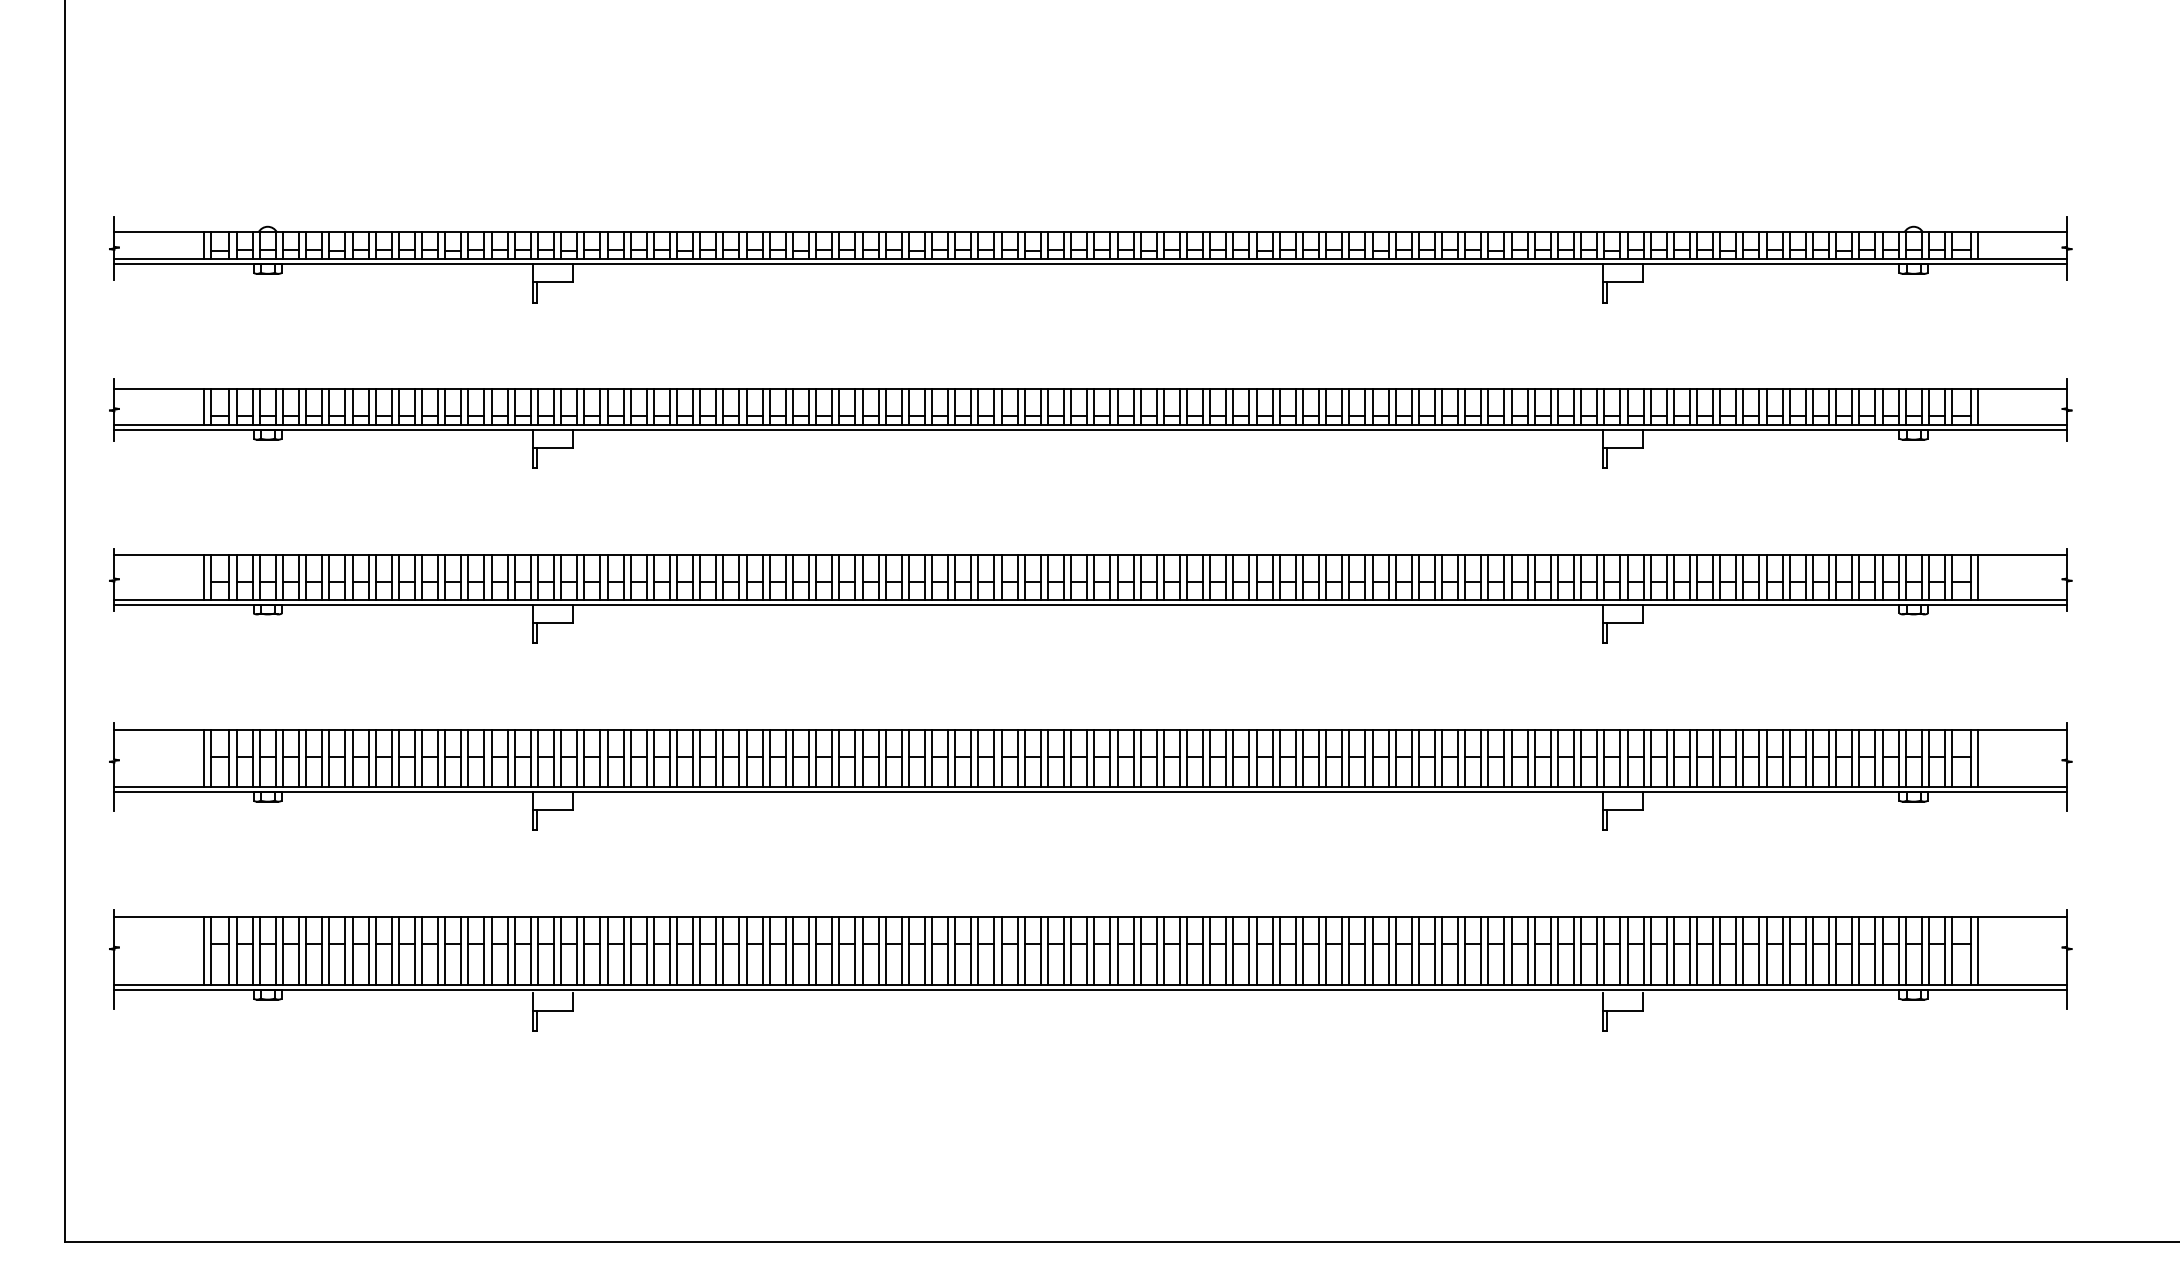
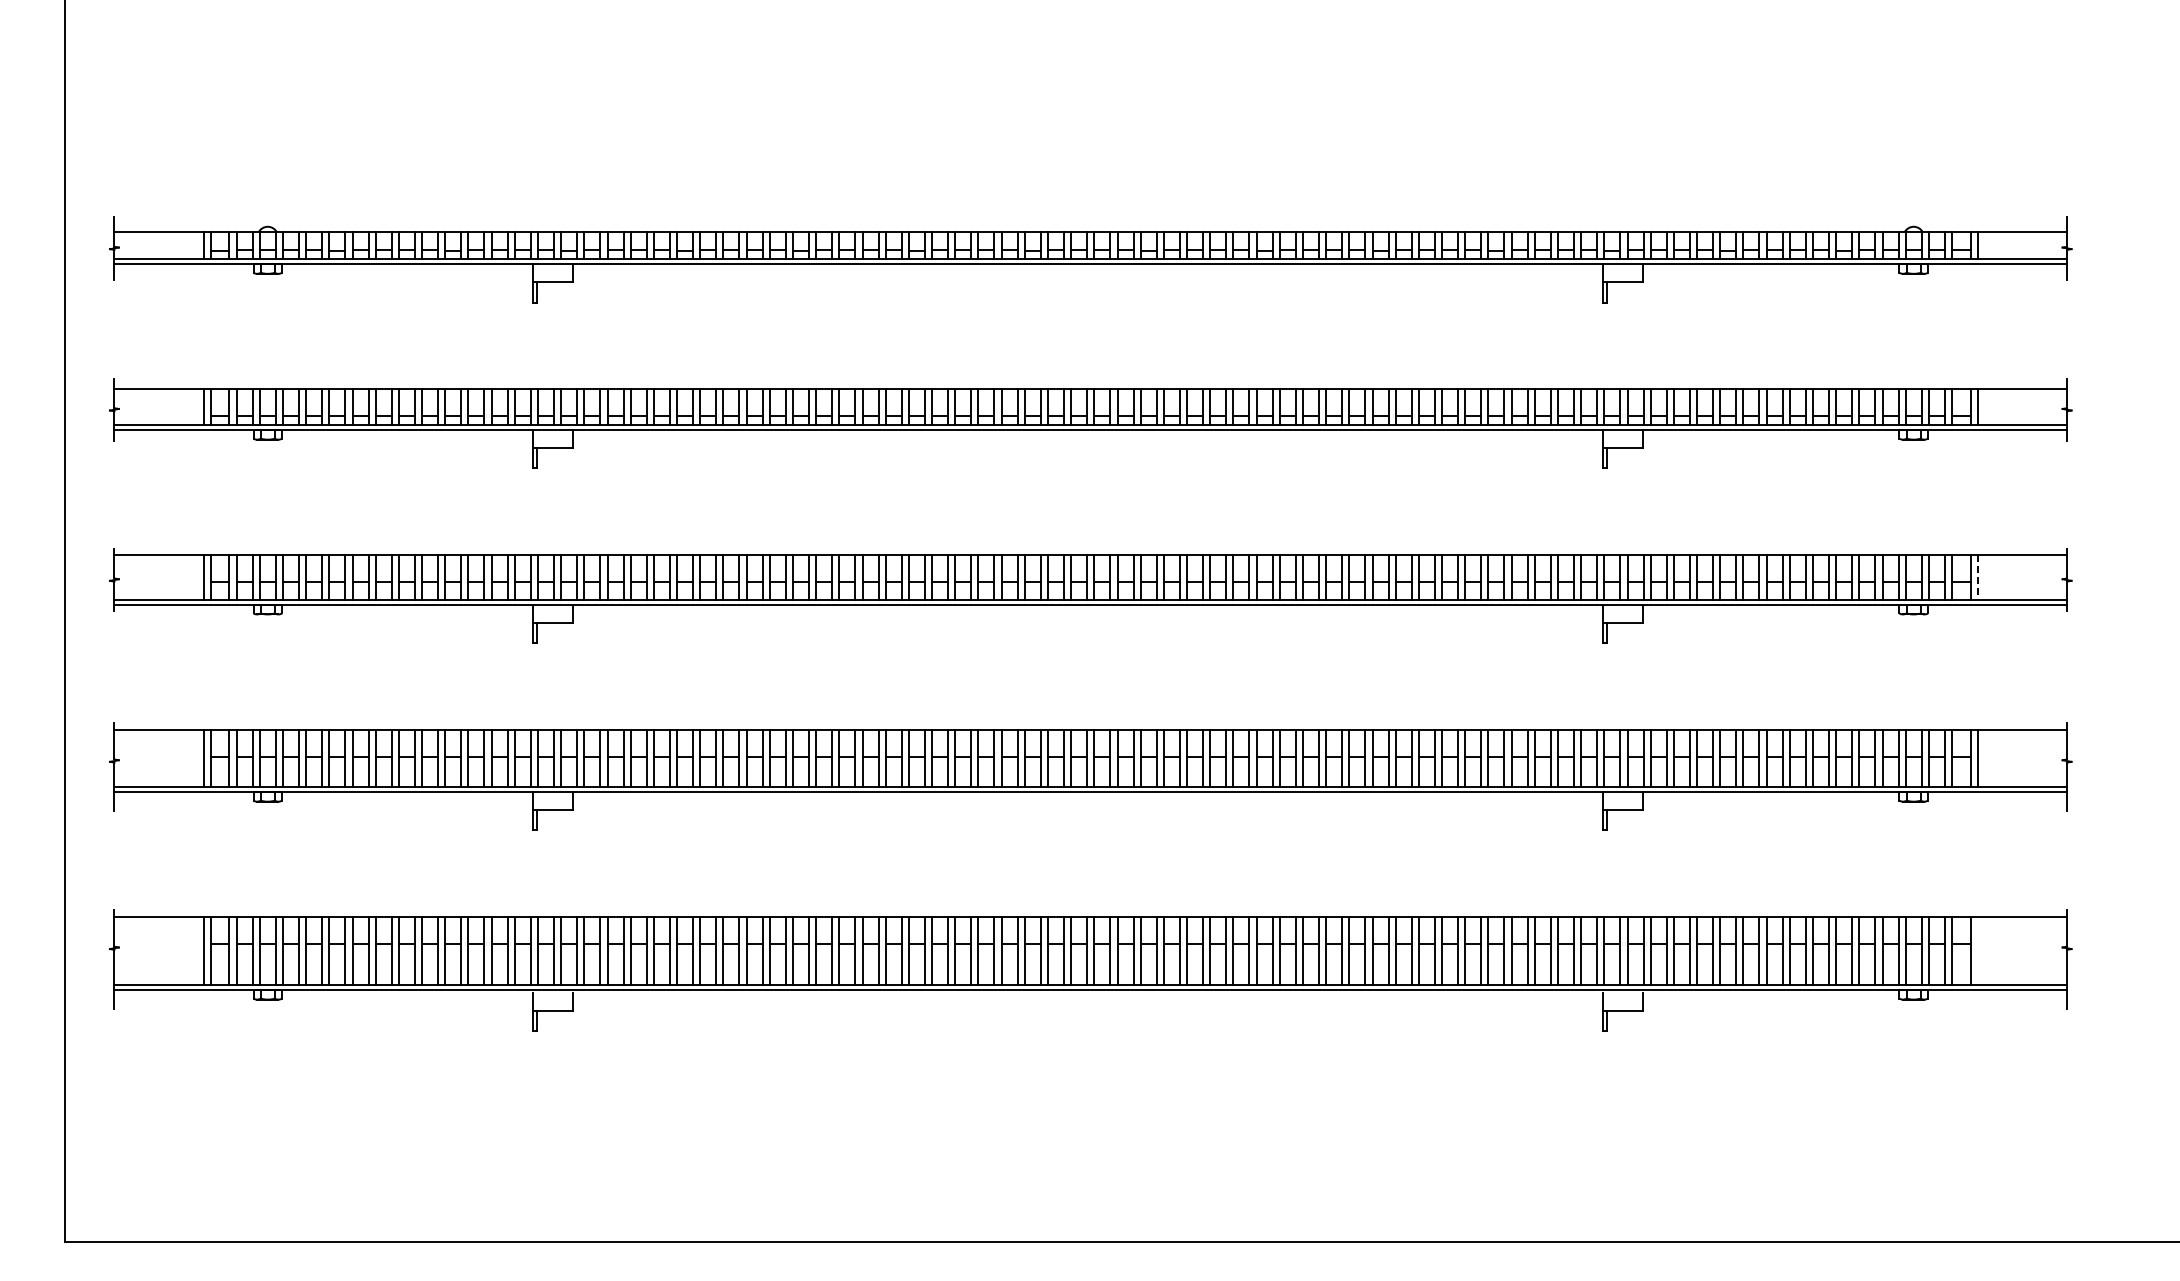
line at (1977, 577): solid -> dashed
line at (1977, 950): present -> none
